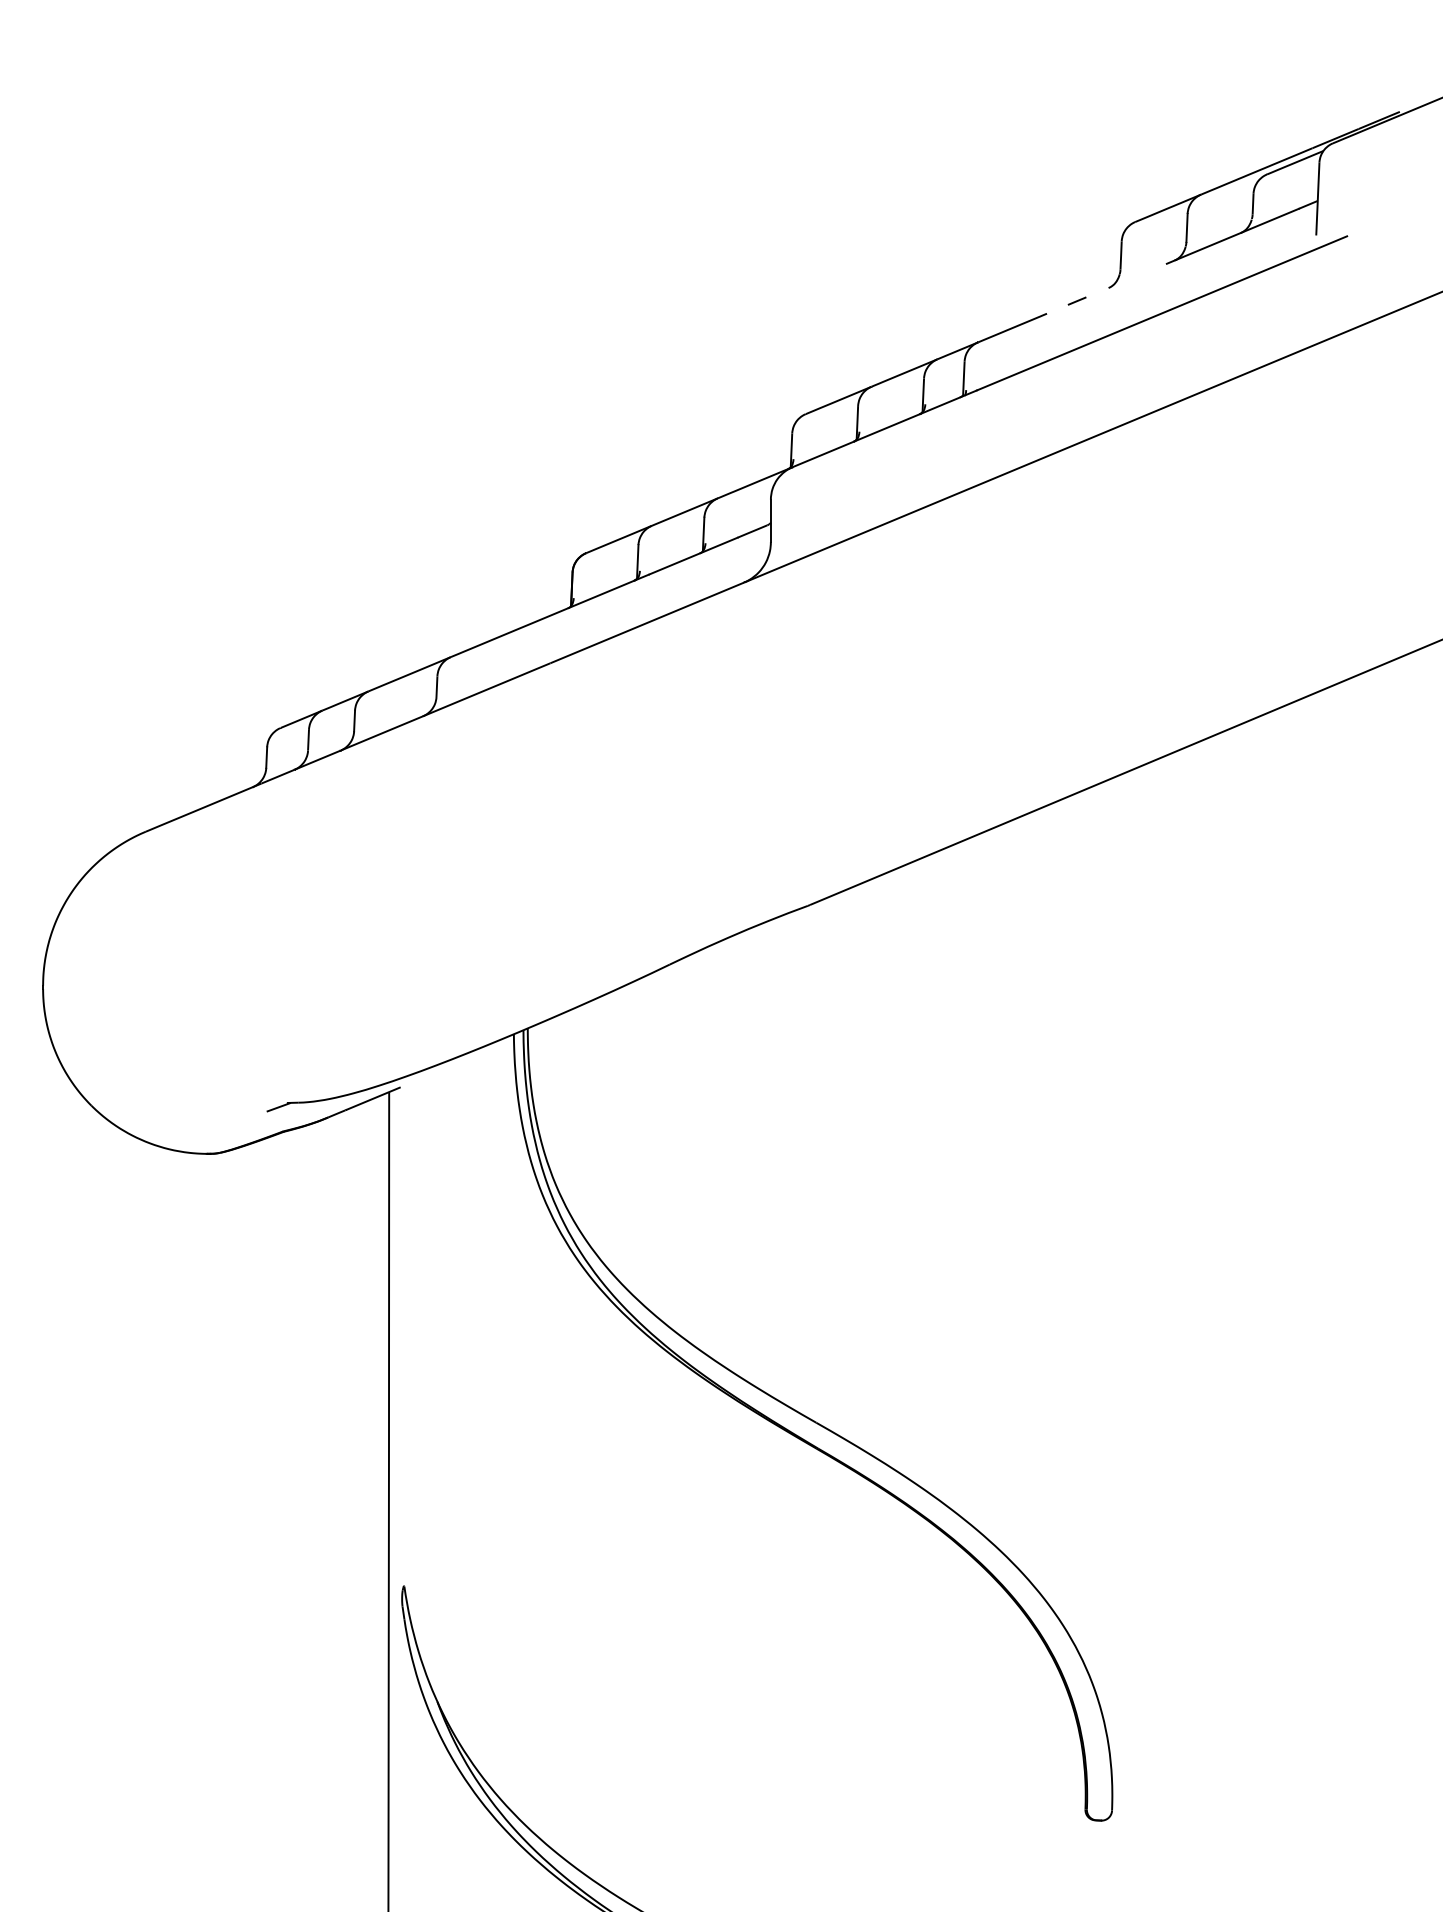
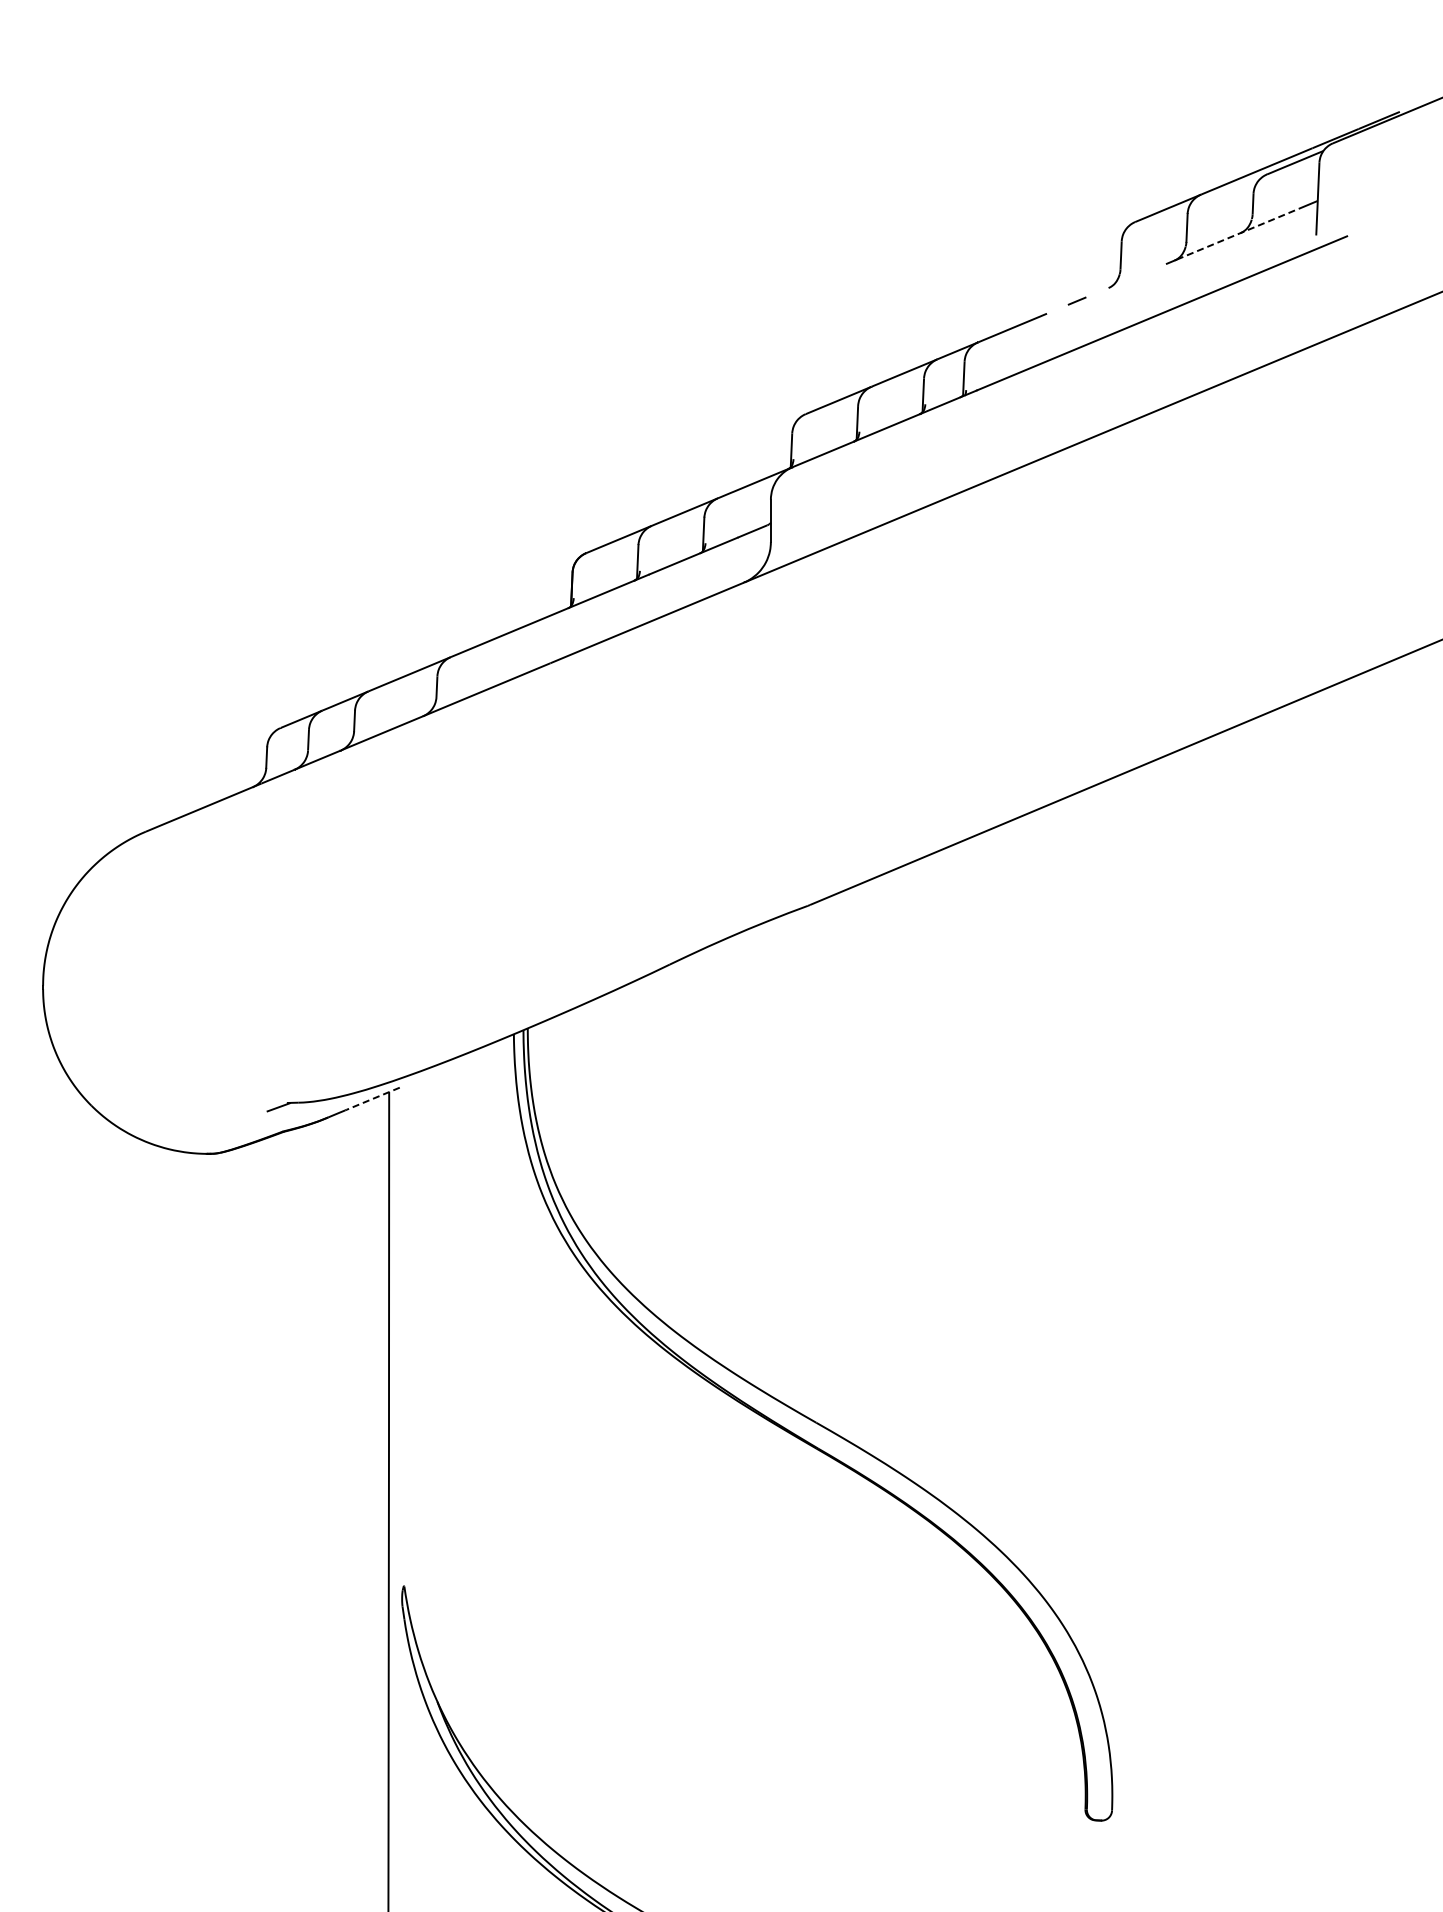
line at (1238, 234): solid -> dashed
line at (373, 1098): solid -> dashed
